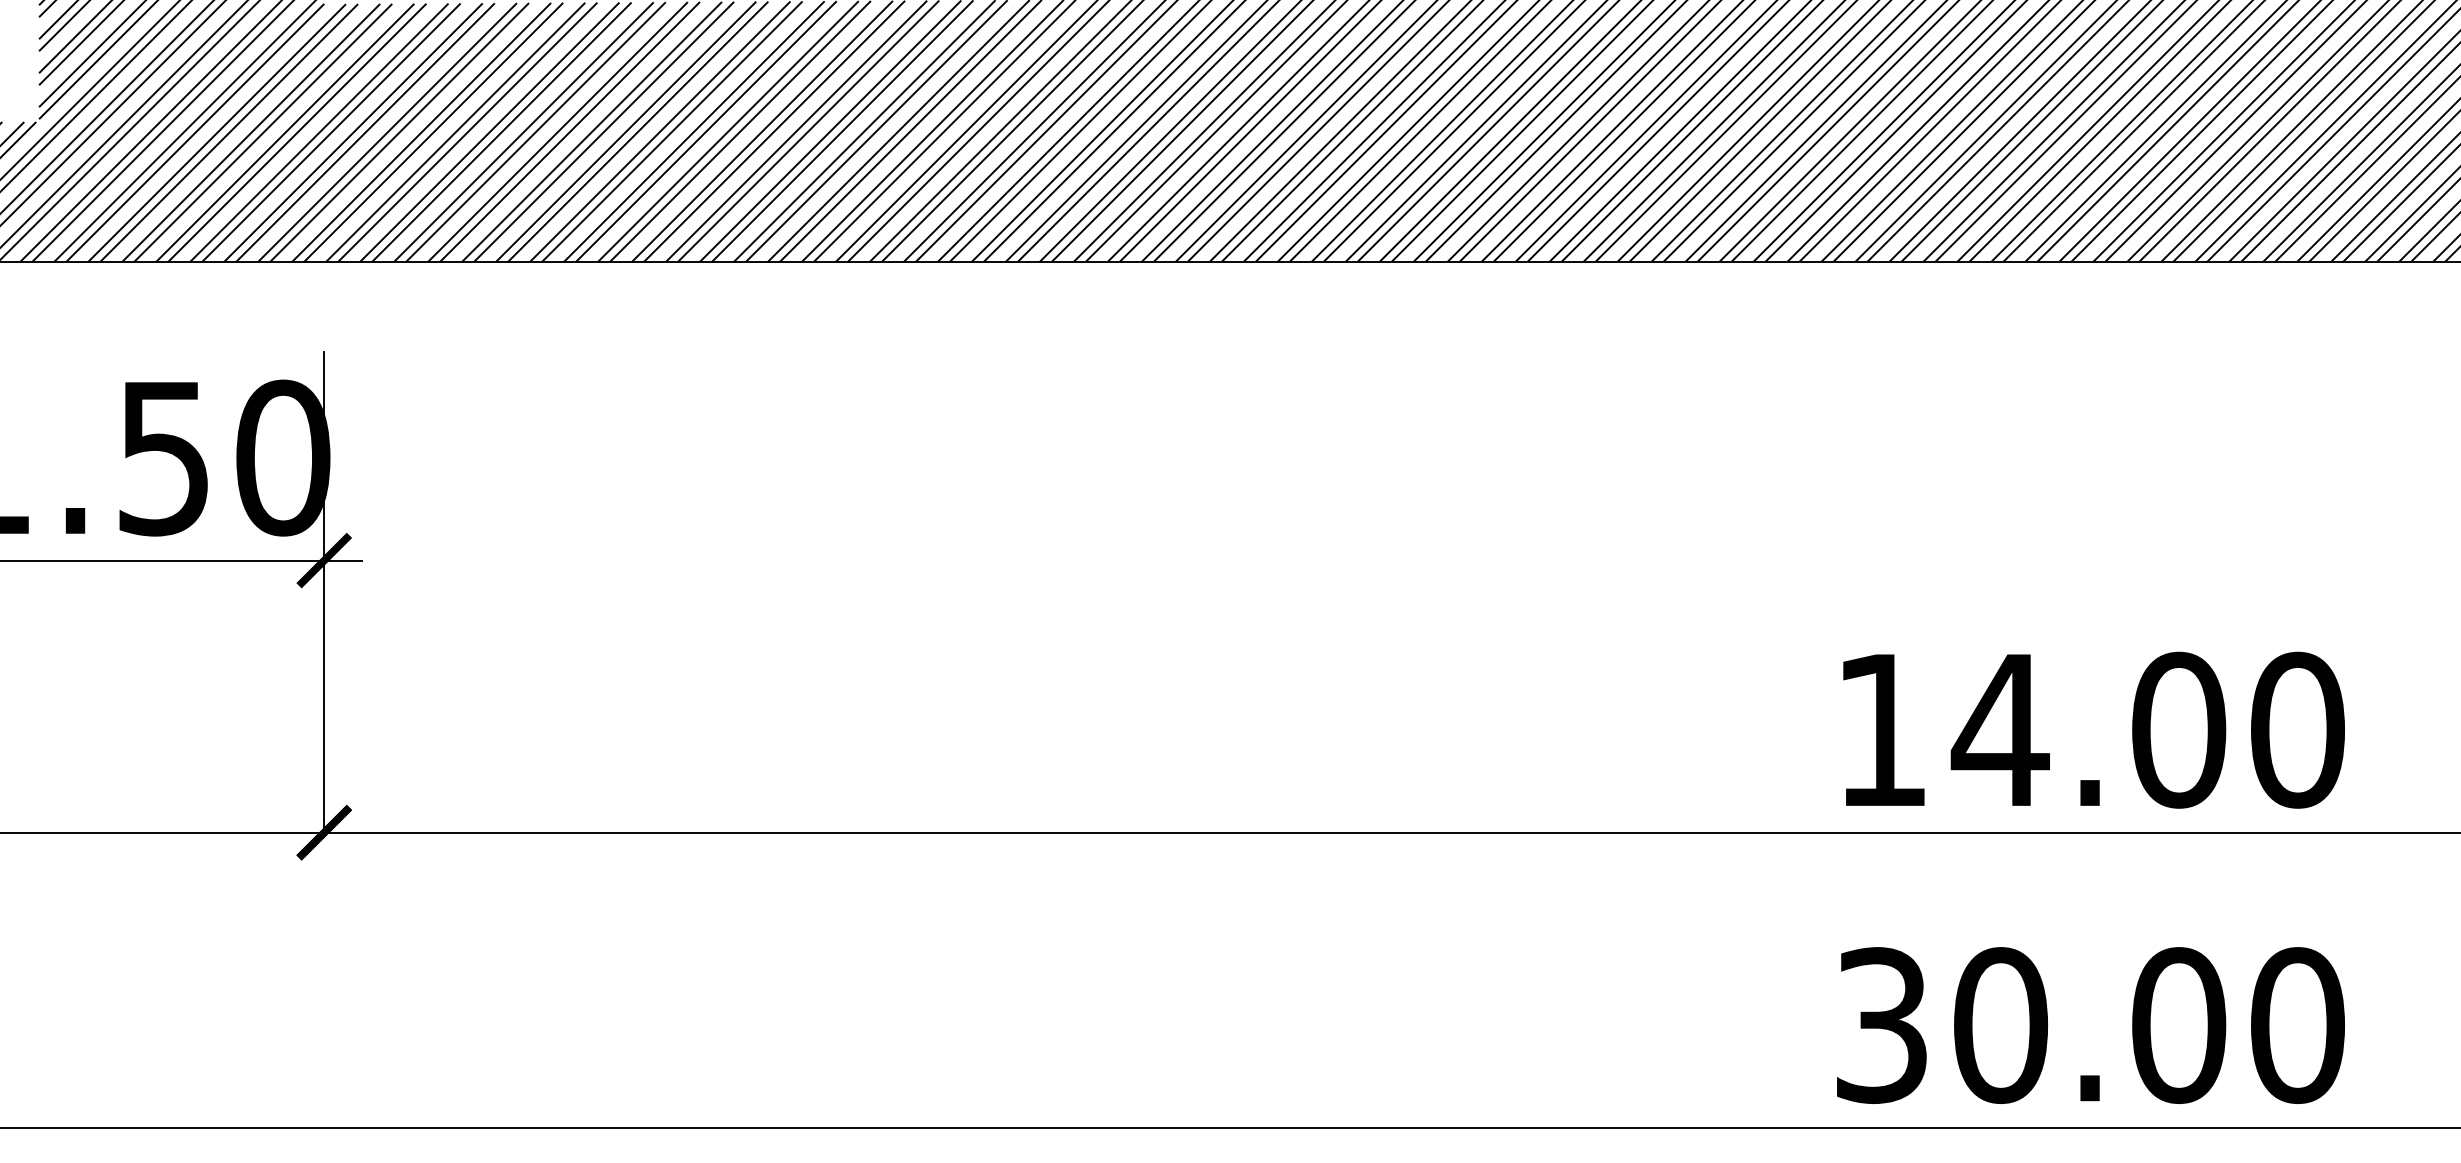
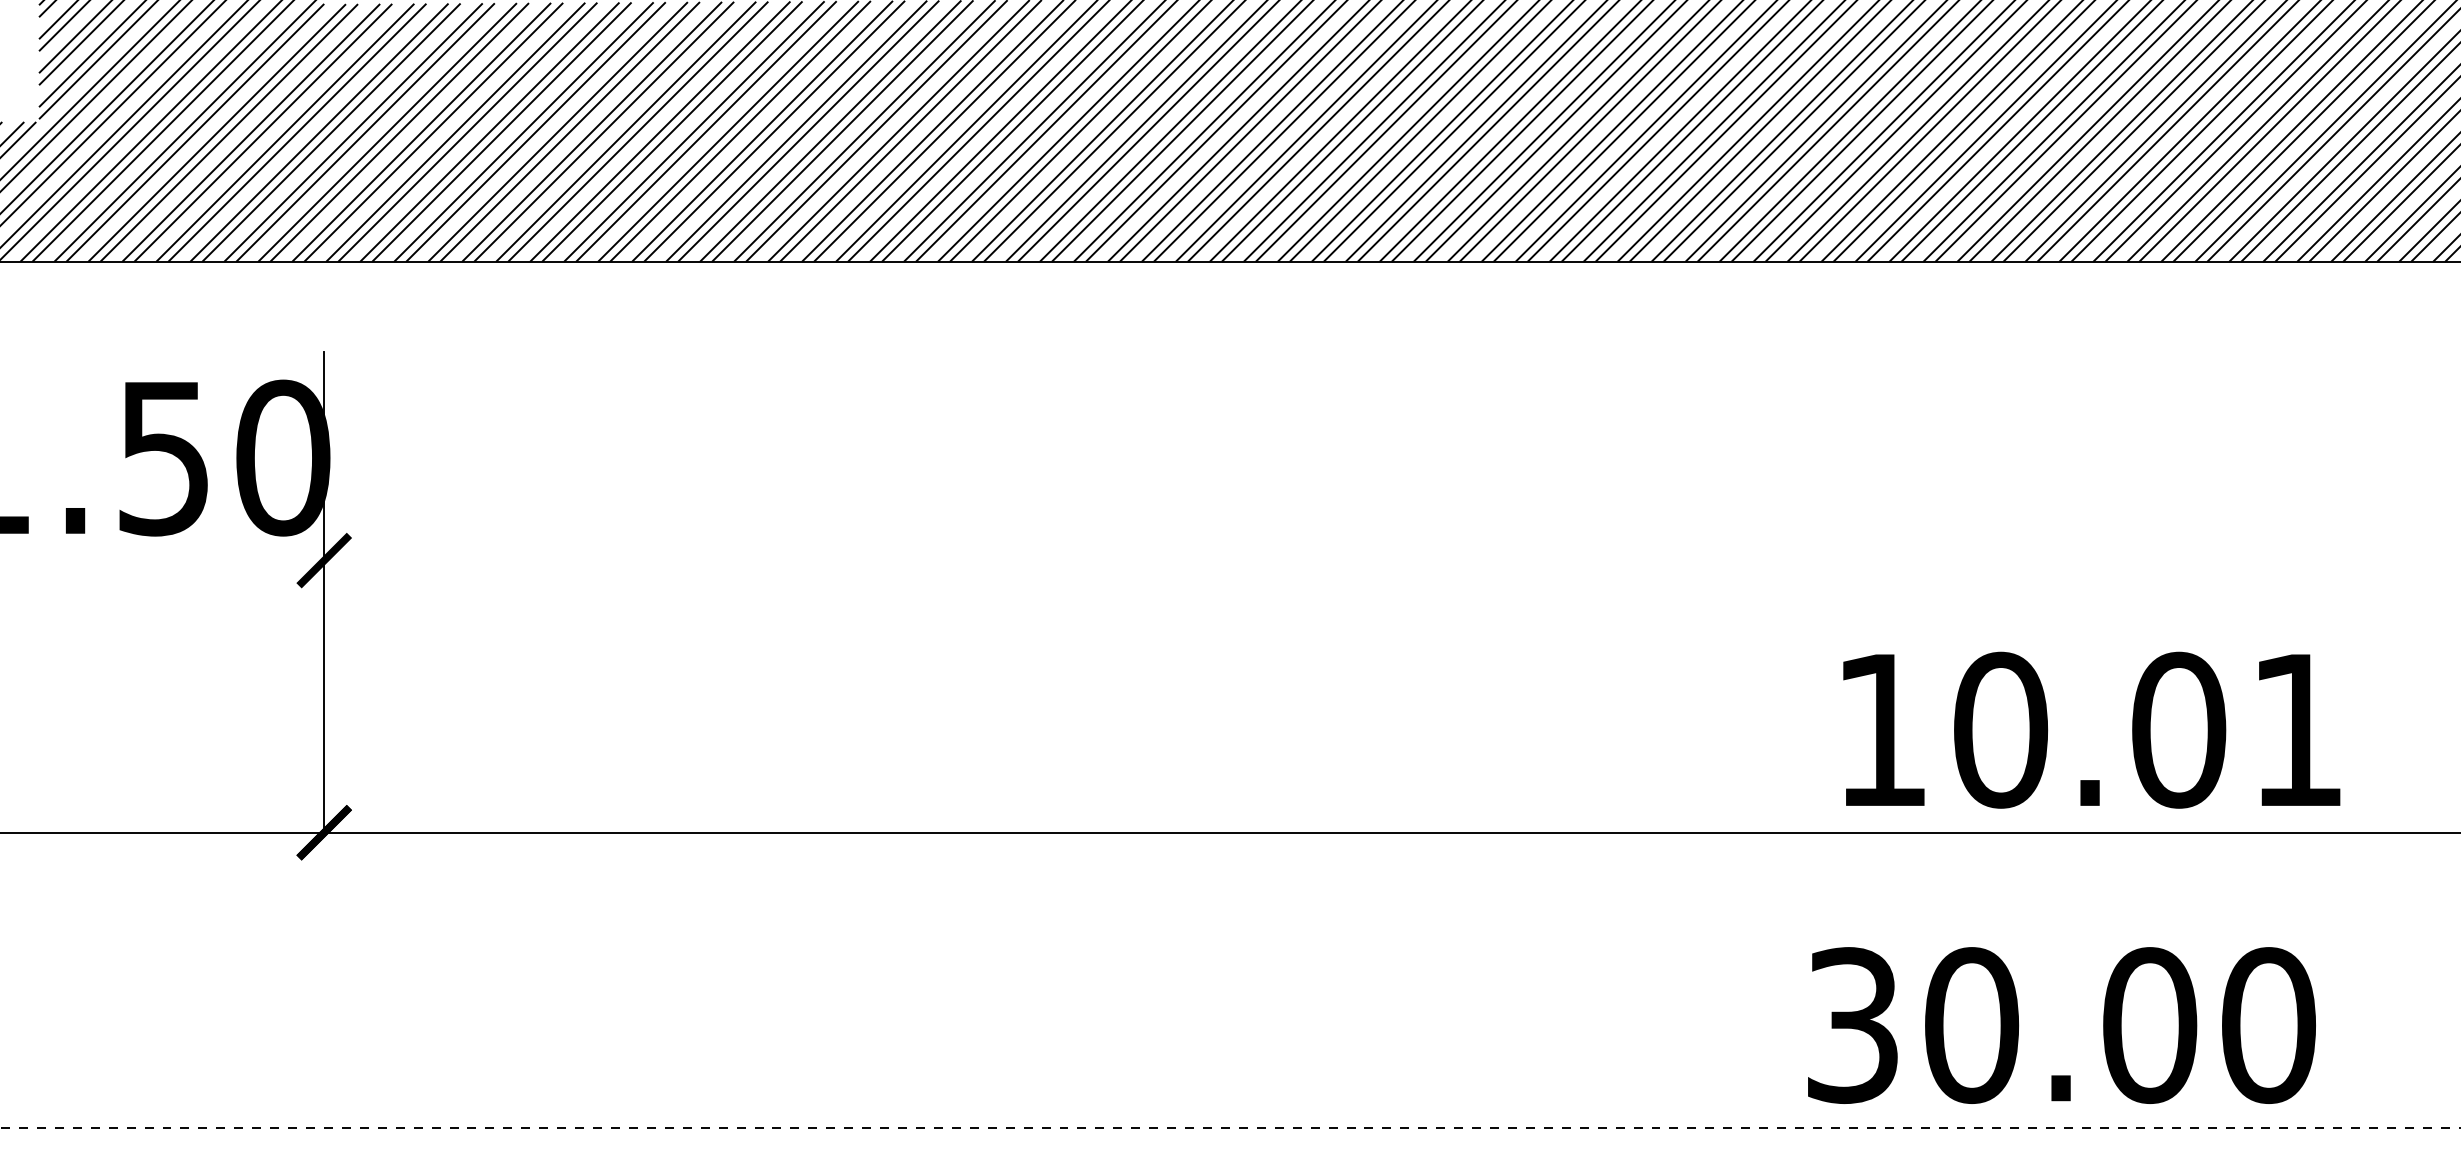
line at (182, 560): present -> none
text at (2147, 729): 14.00 -> 10.01
text at (2090, 1025) position: (2090, 1025) -> (2061, 1025)
line at (1230, 1128): solid -> dashed
